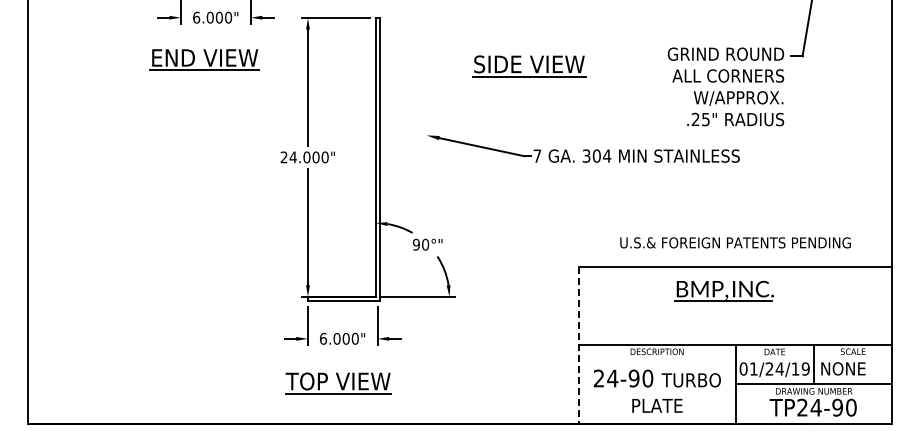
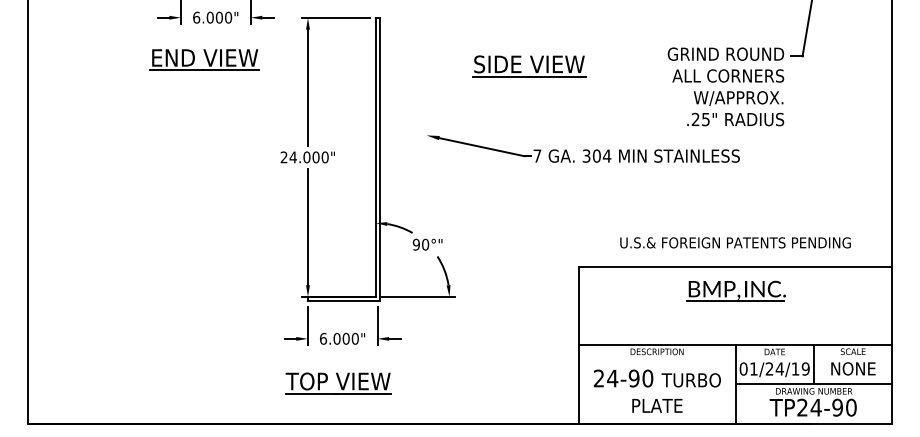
part at (723, 290) position: (723, 290) -> (735, 290)
line at (578, 345): dashed -> solid
text at (843, 368) position: (843, 368) -> (853, 368)
